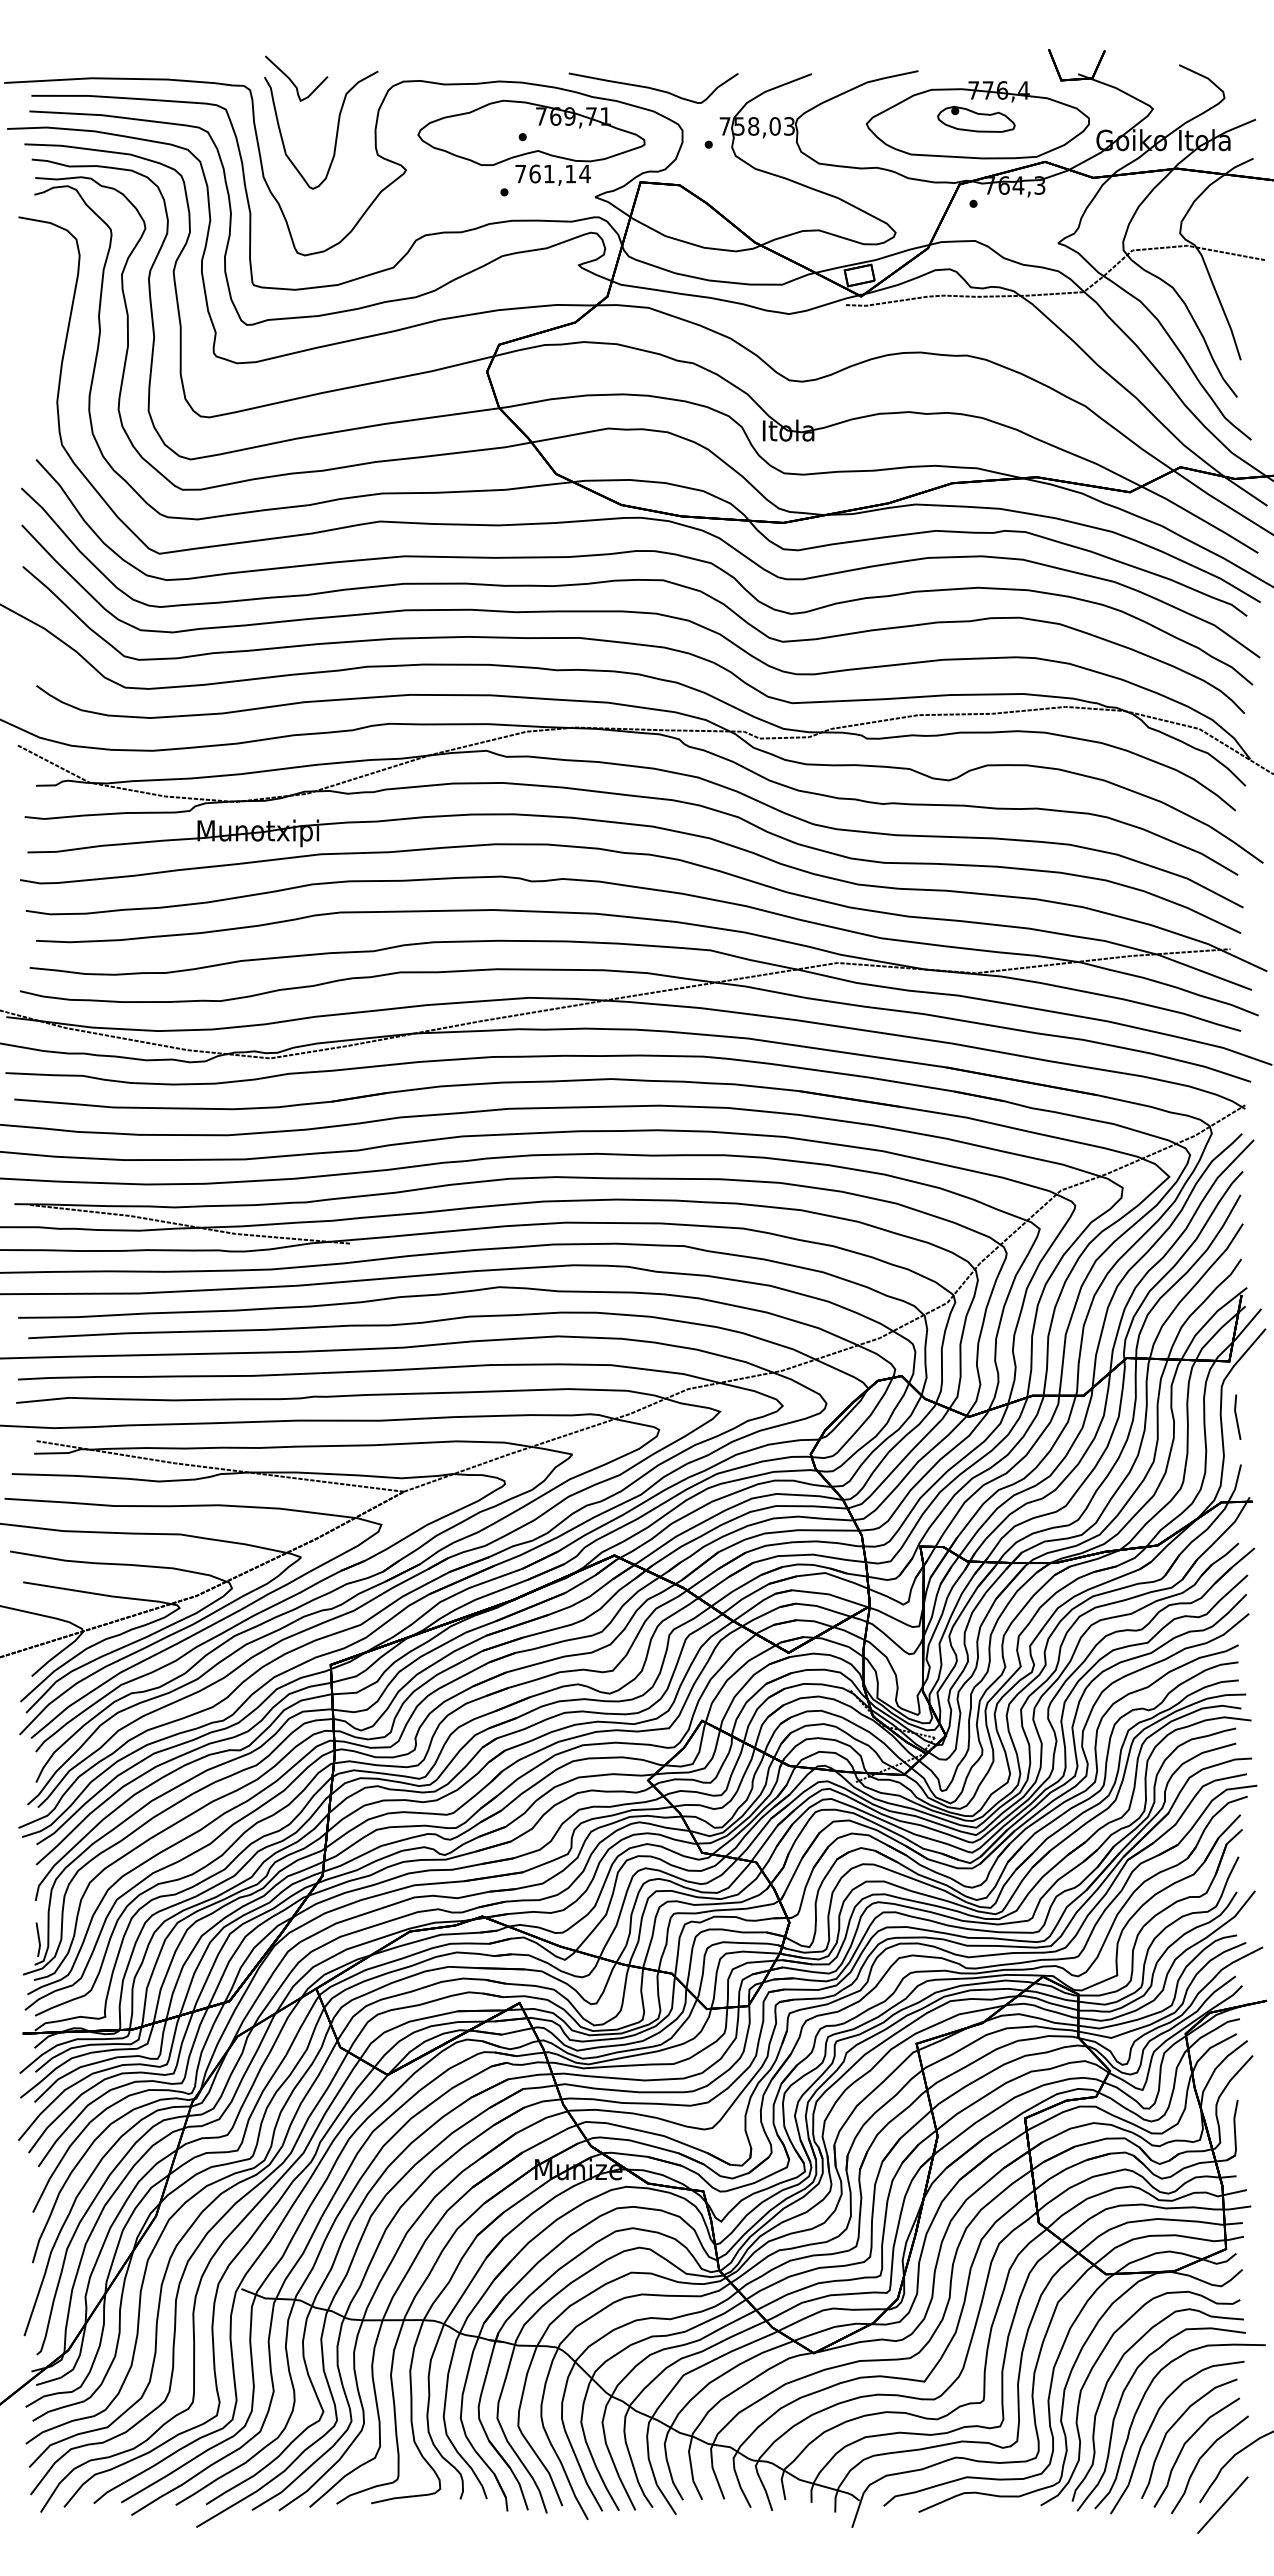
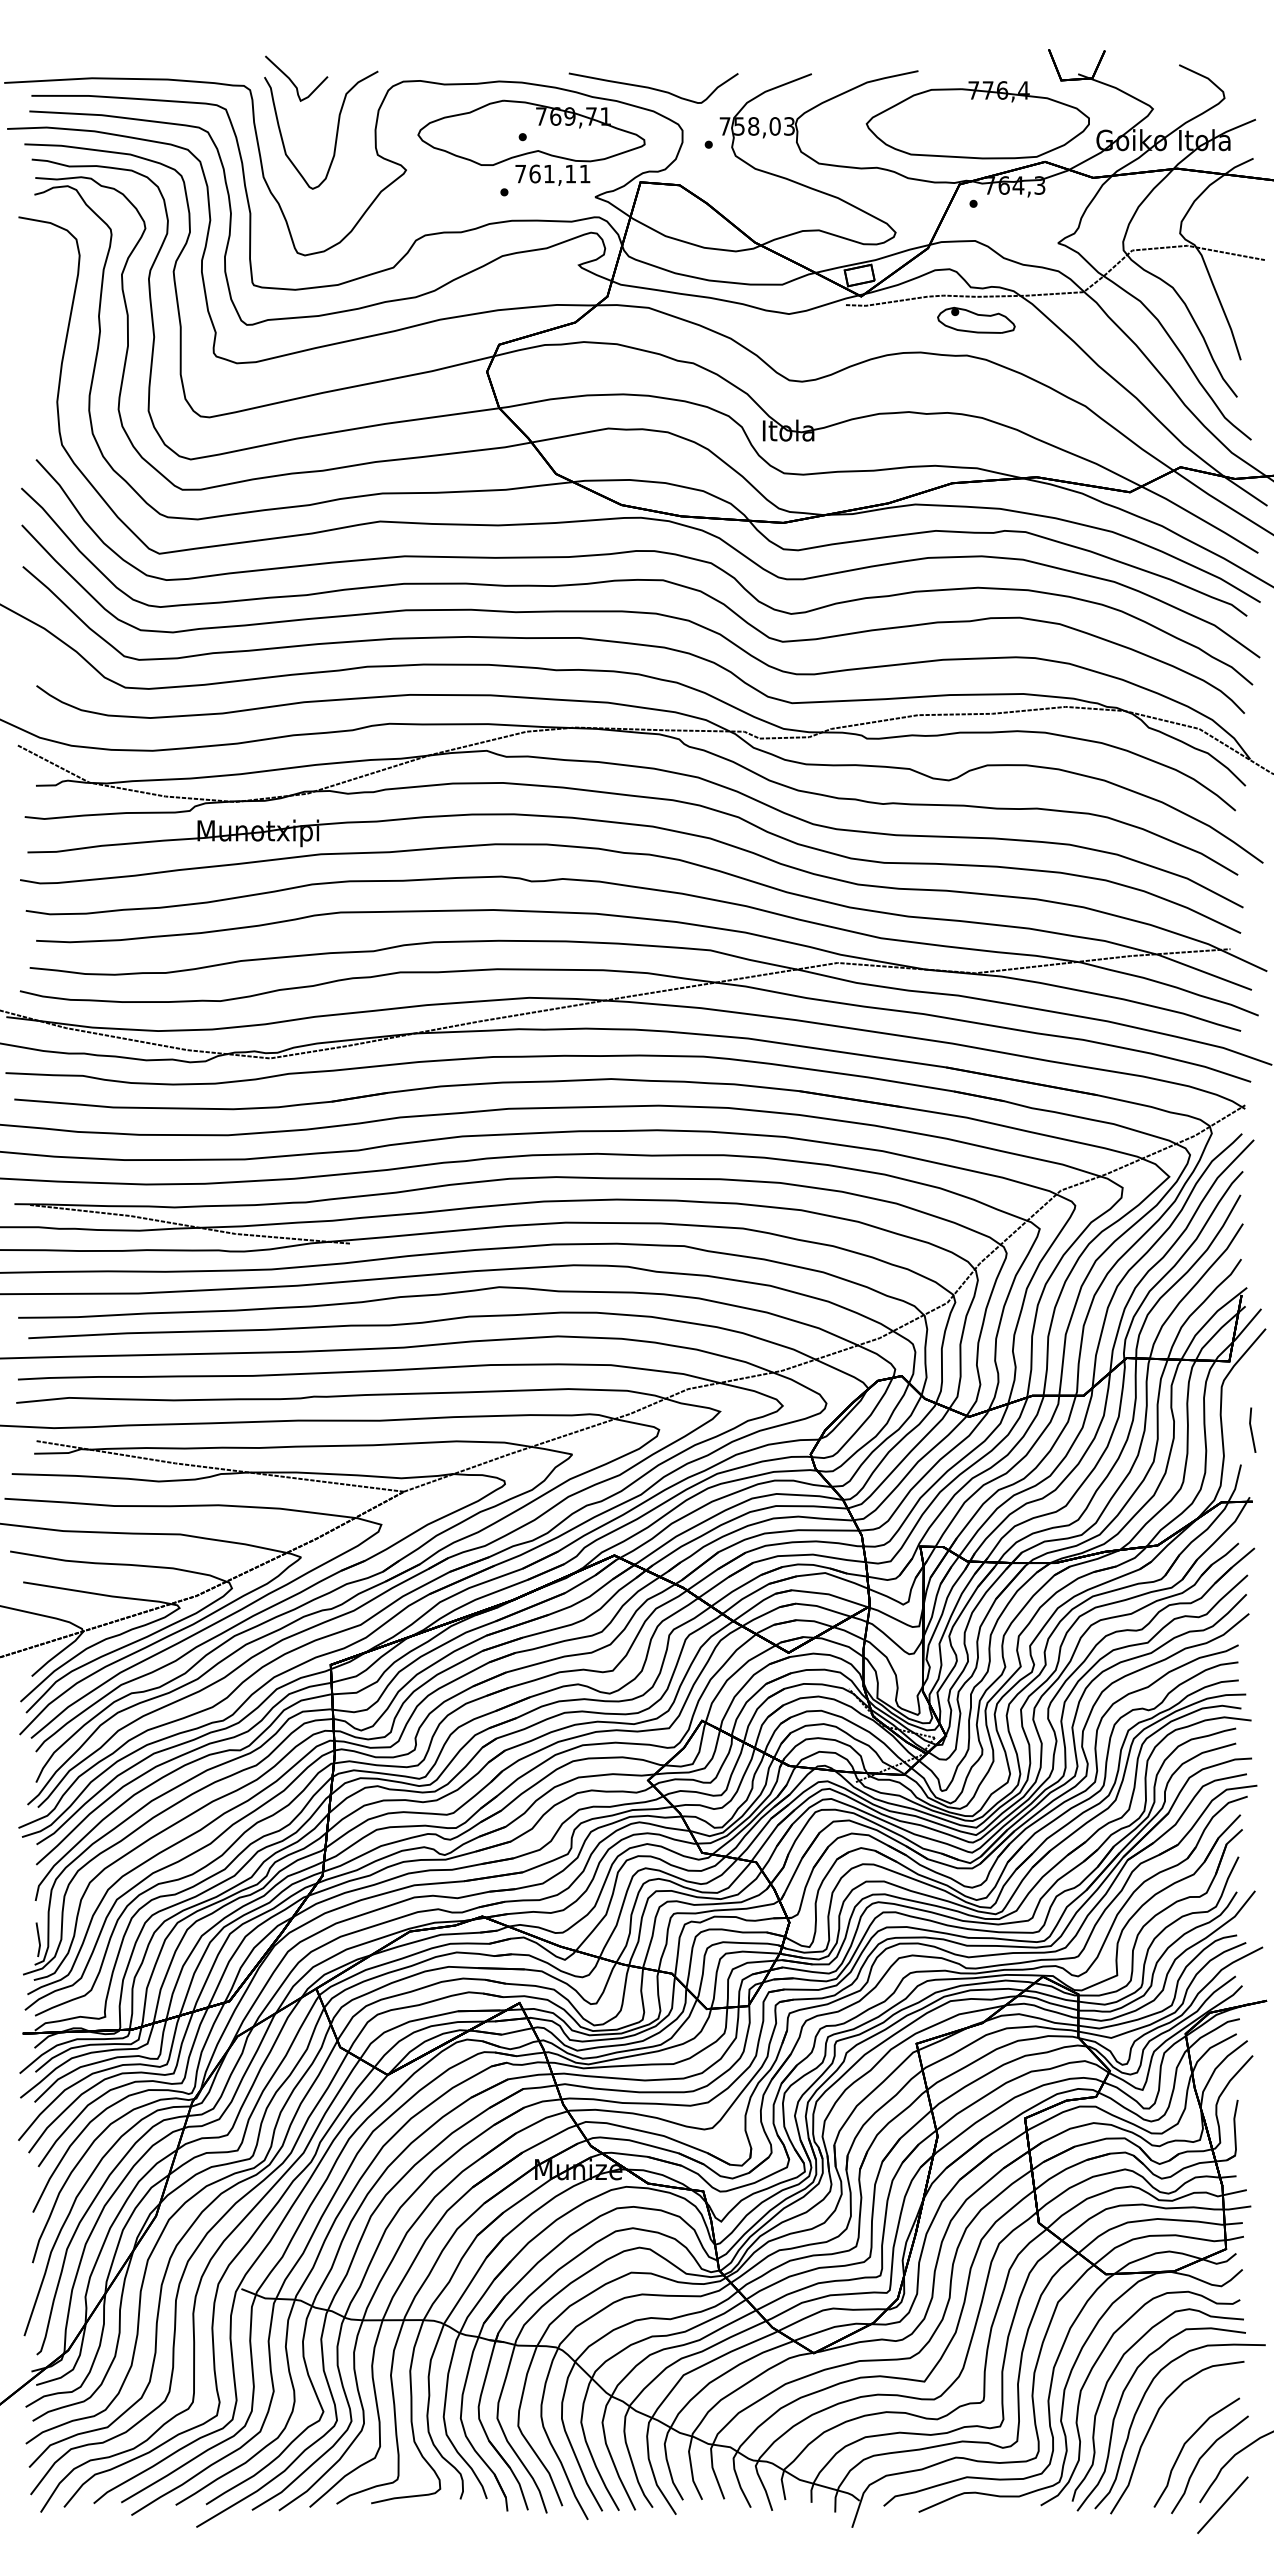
part at (976, 119) position: (976, 119) -> (976, 320)
text at (585, 174): 761,14 -> 761,11
line at (1237, 1416) position: (1237, 1416) -> (1252, 1429)
curve at (1175, 2424): present -> none
